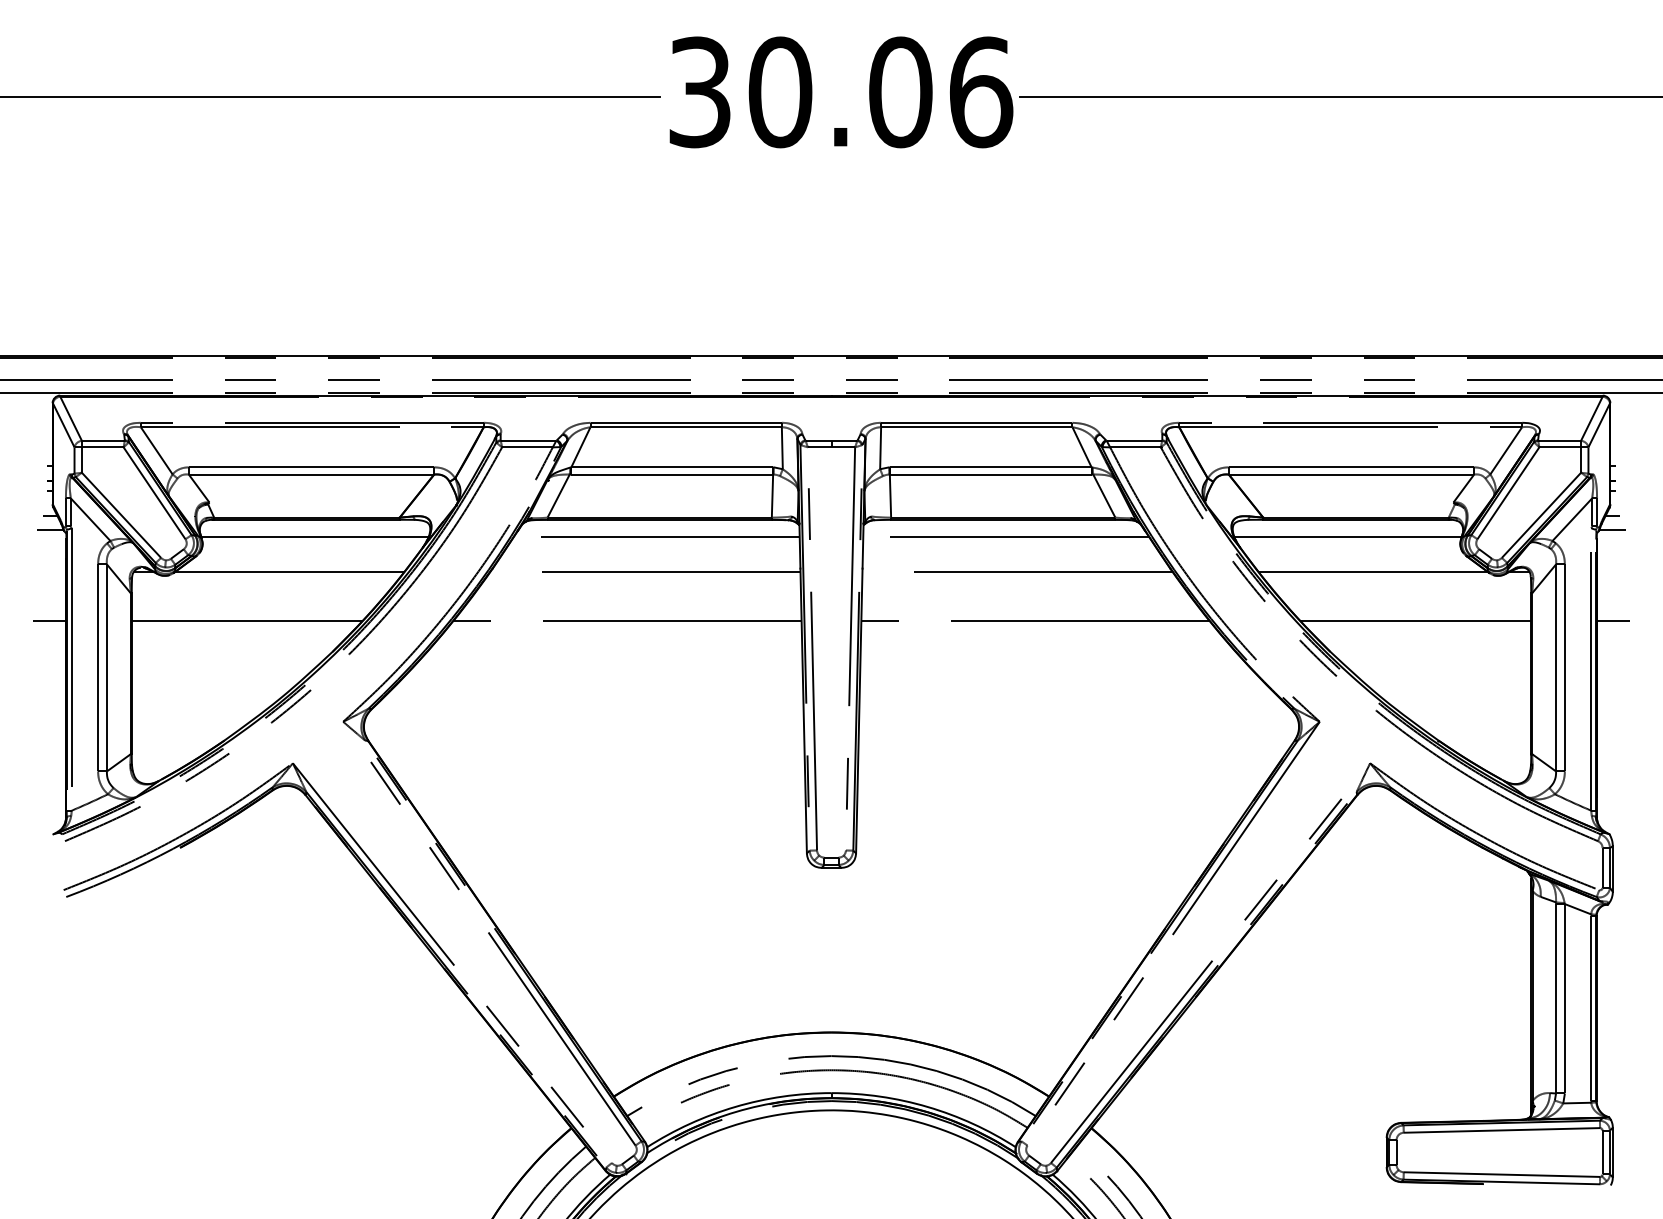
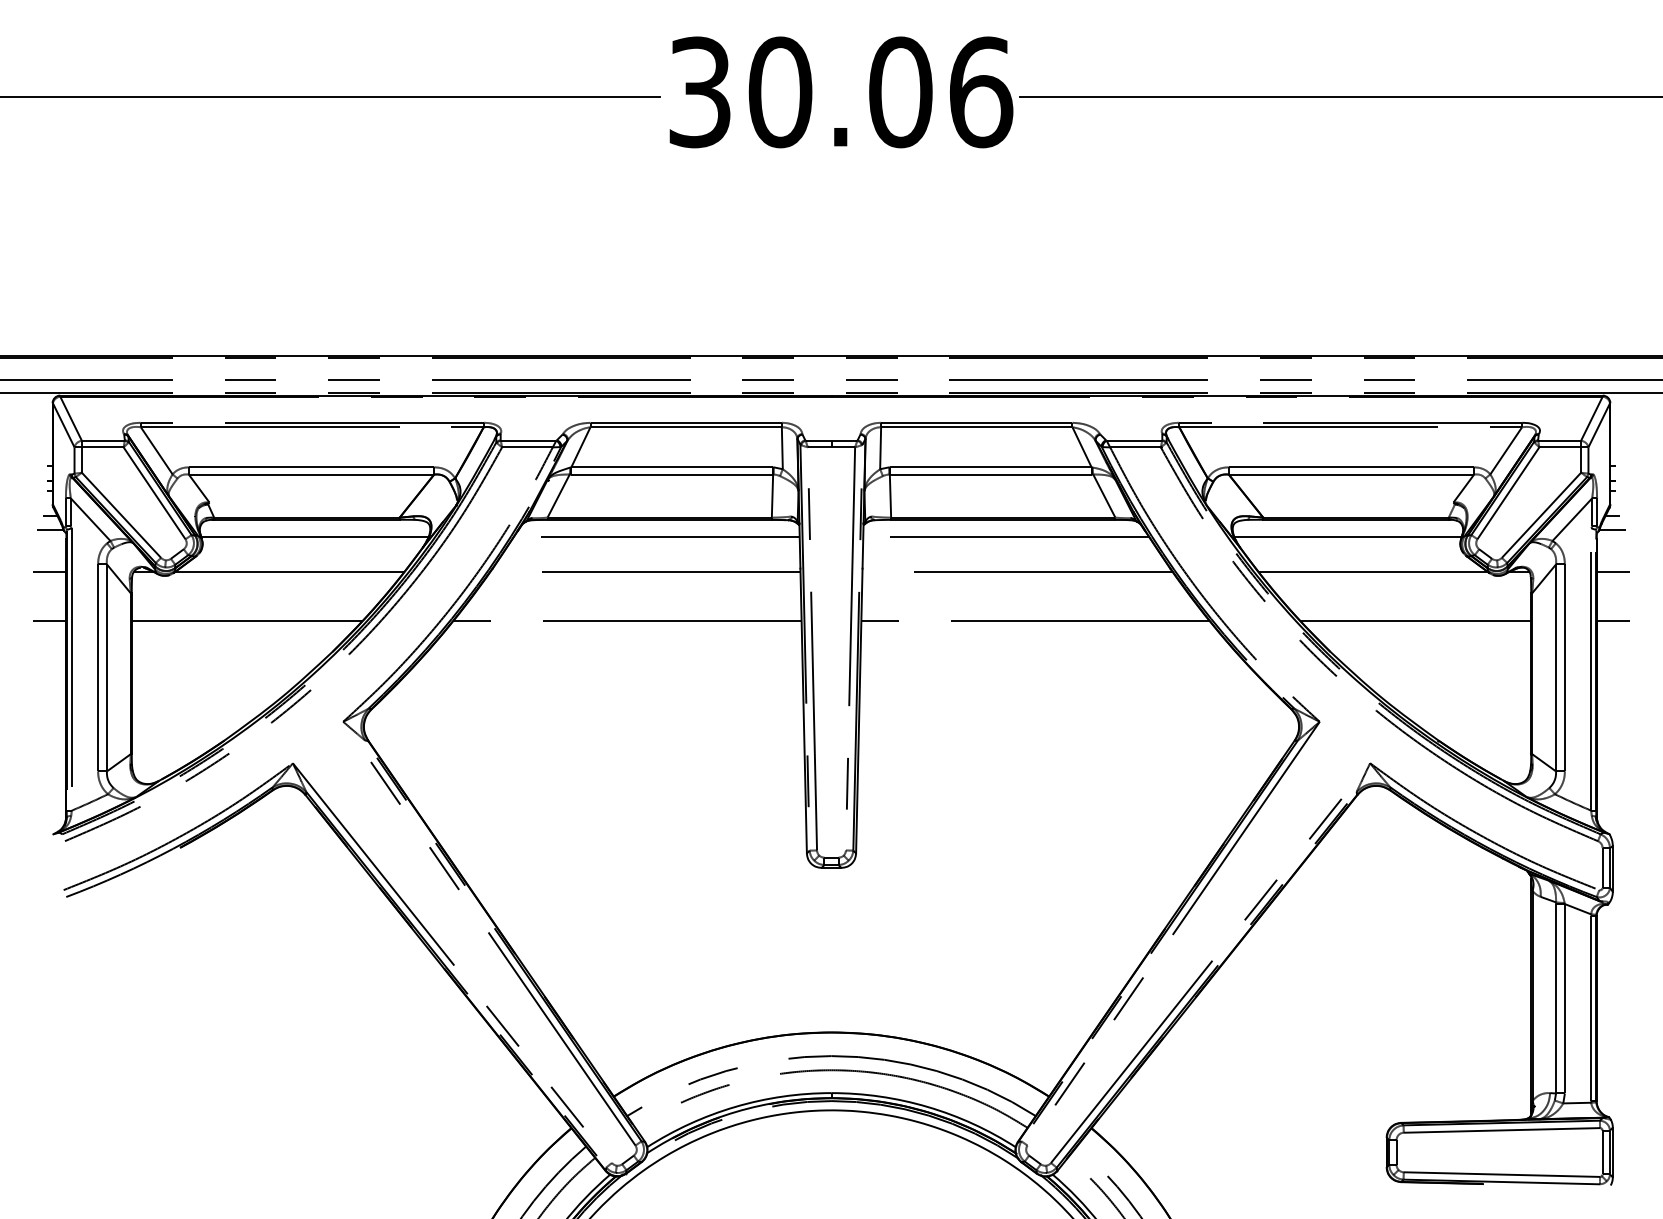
line at (49, 571): none -> present
line at (1612, 571): none -> present
